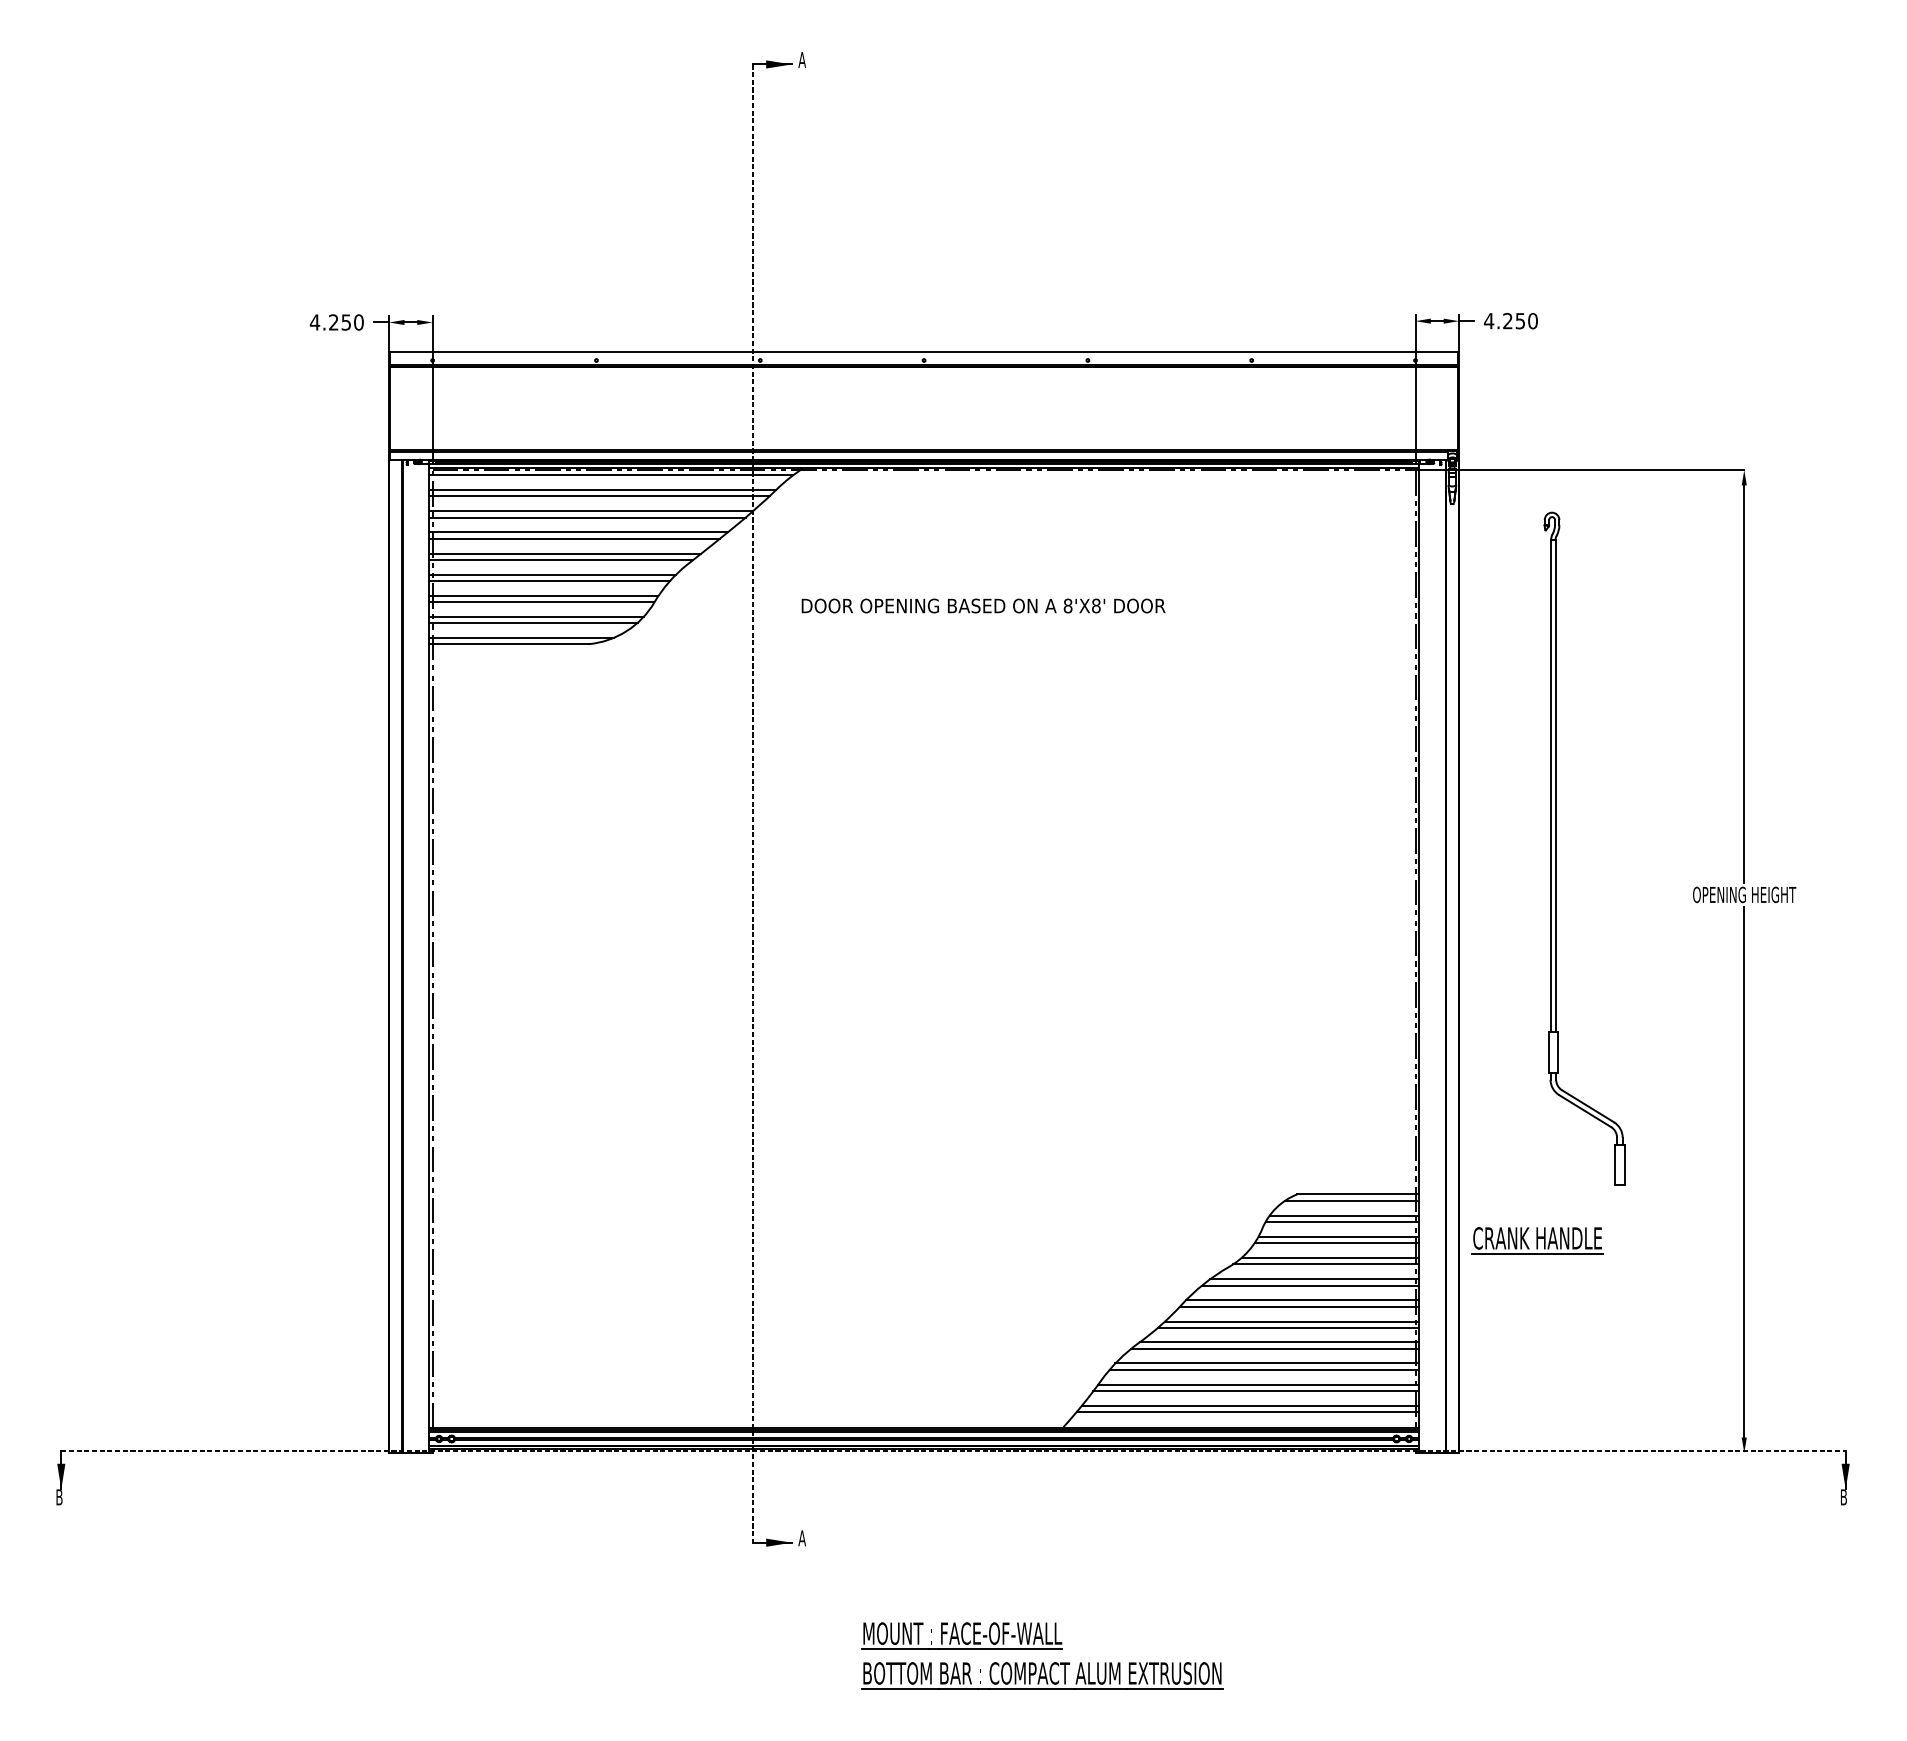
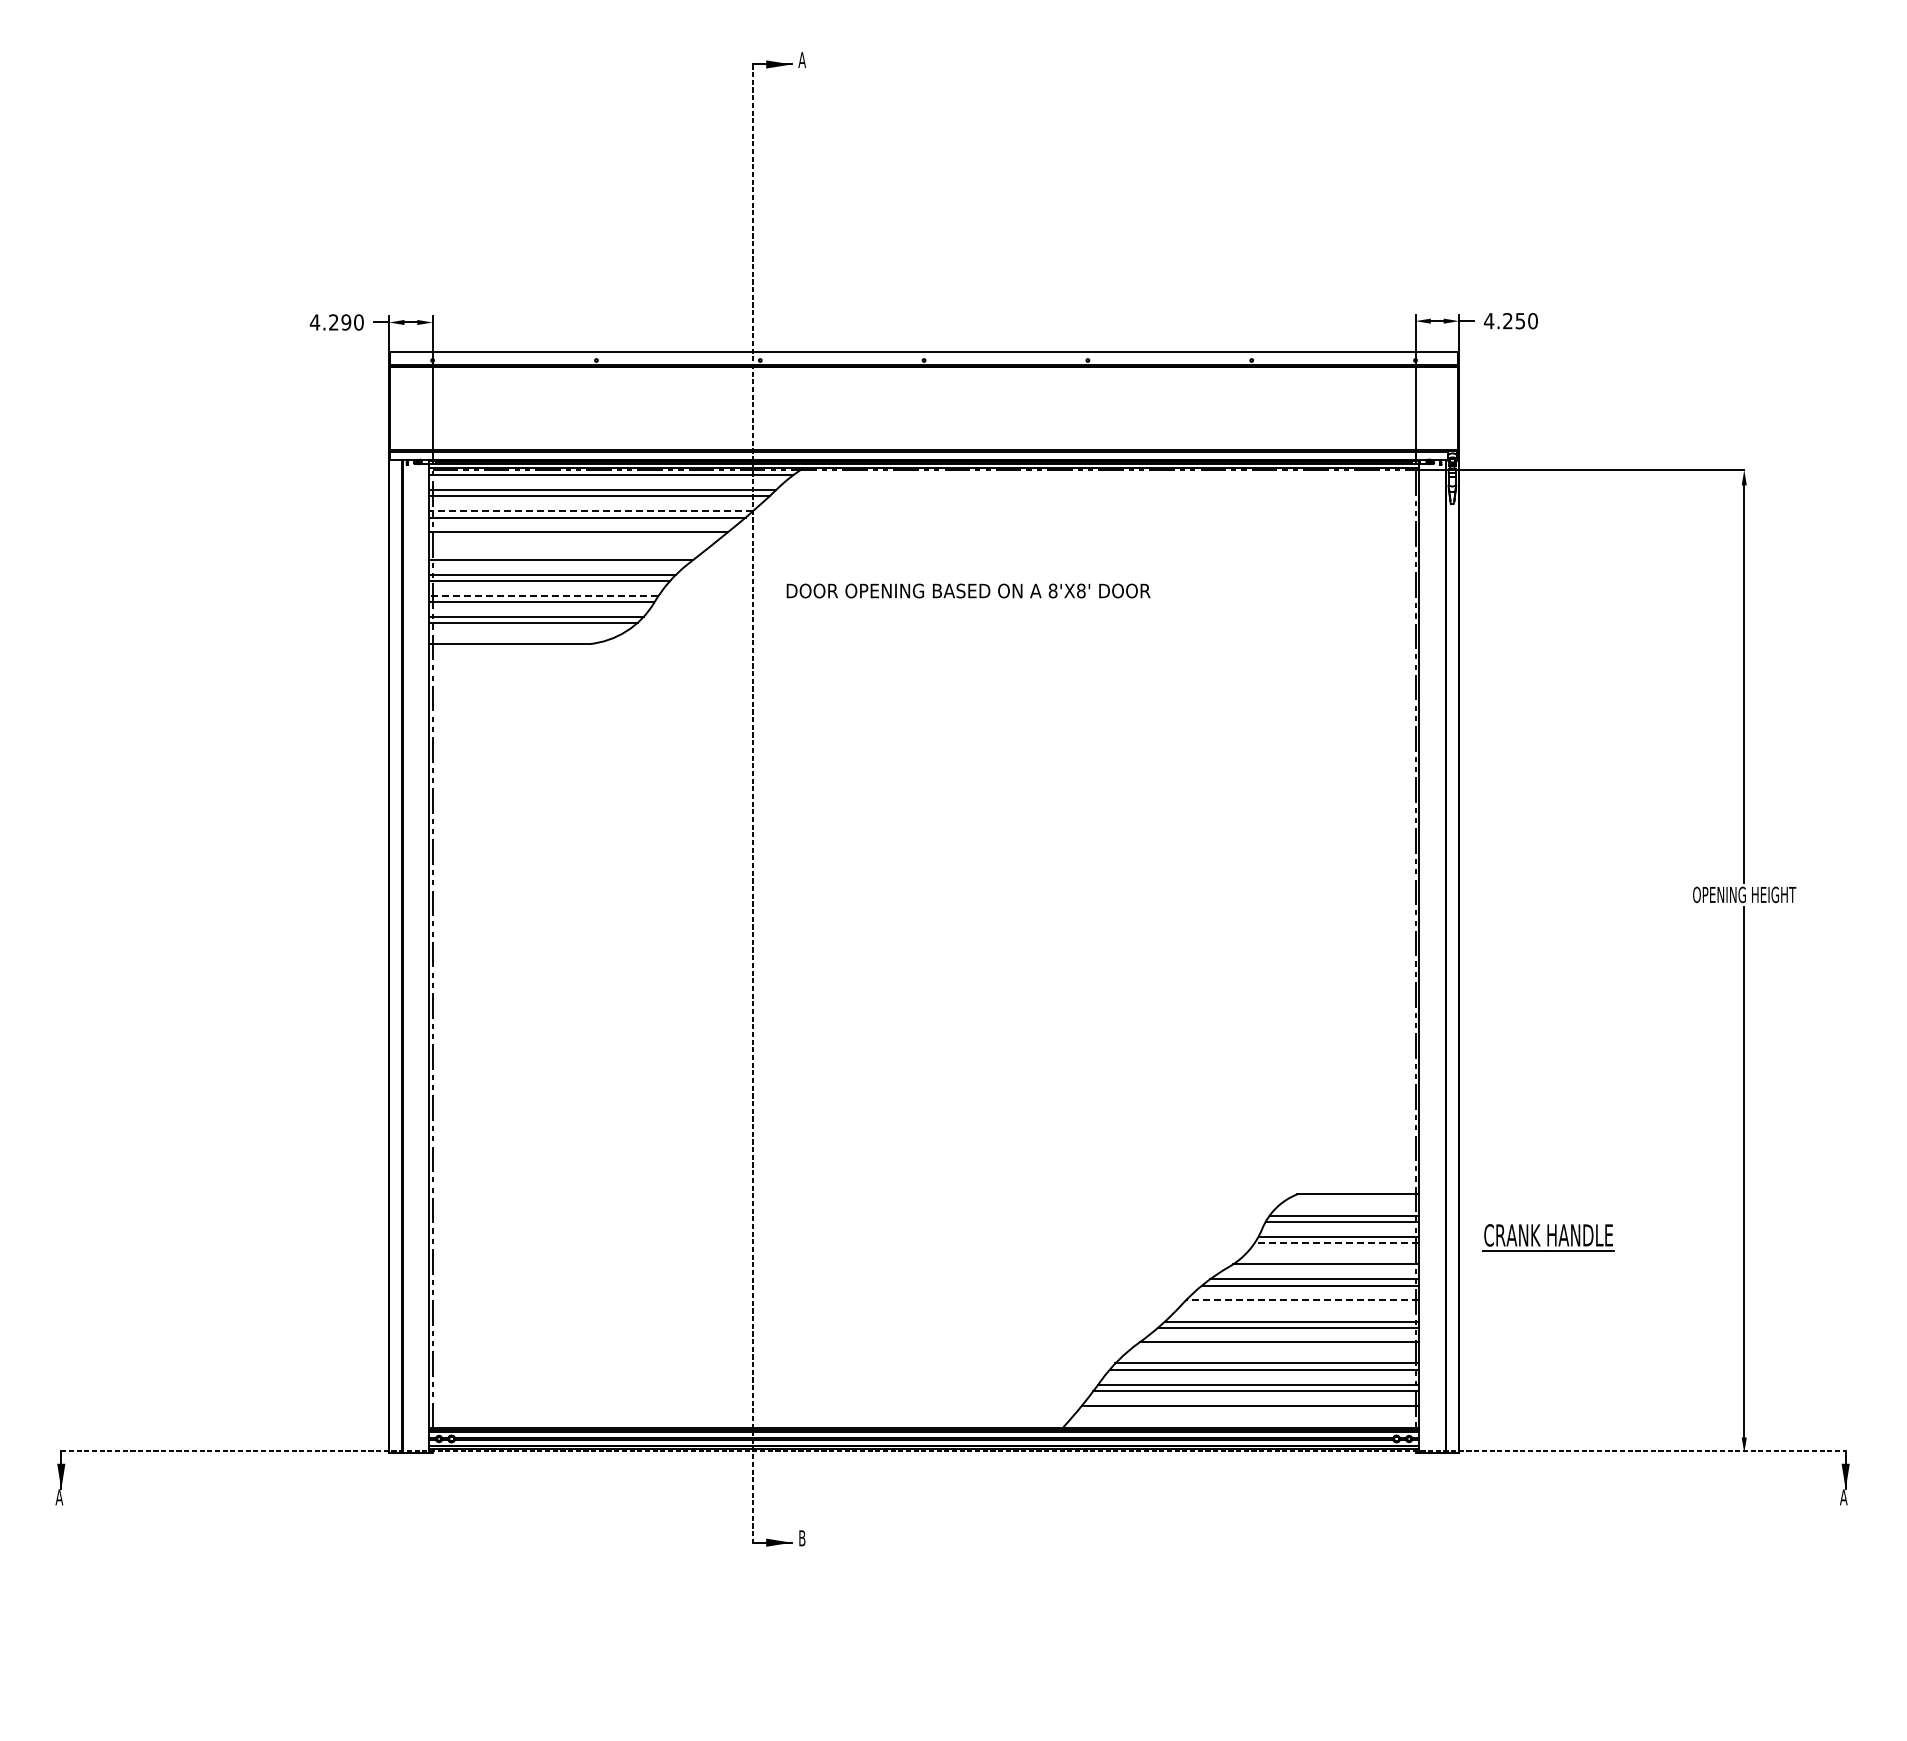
text at (346, 322): 4.250 -> 4.290
line at (590, 511): solid -> dashed
line at (573, 538): present -> none
line at (564, 553): present -> none
line at (543, 595): solid -> dashed
text at (983, 605) position: (983, 605) -> (968, 590)
line at (521, 637): present -> none
part at (1556, 848): present -> none
line at (1352, 1200): present -> none
part at (1537, 1240) position: (1537, 1240) -> (1548, 1237)
line at (1336, 1243): solid -> dashed
line at (1330, 1258): present -> none
line at (1302, 1300): solid -> dashed
line at (1299, 1306): present -> none
line at (1275, 1348): present -> none
line at (1247, 1412): present -> none
text at (59, 1497): B -> A
text at (1843, 1497): B -> A
text at (801, 1538): A -> B
part at (1042, 1655): present -> none
